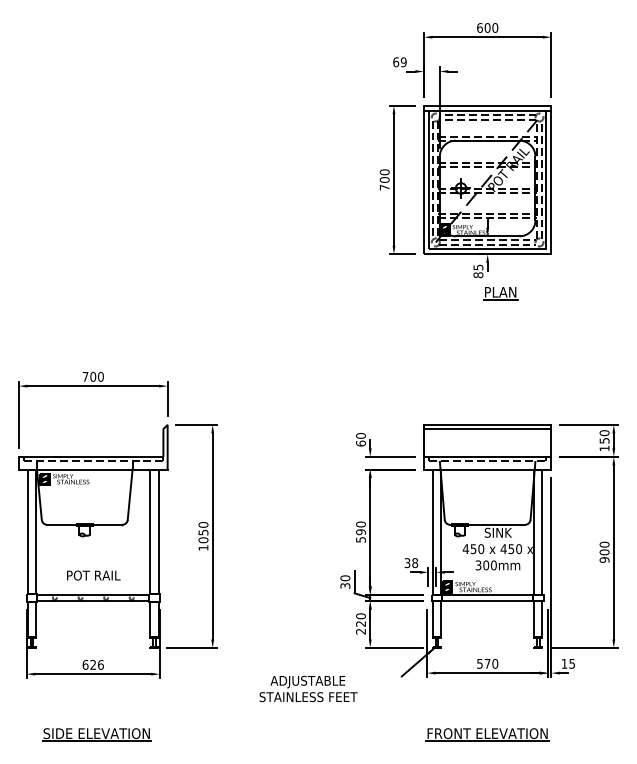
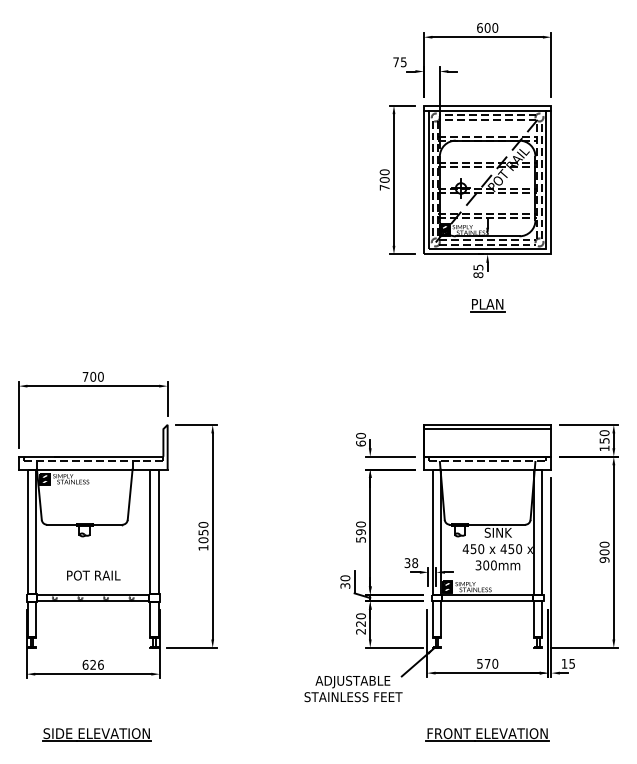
text at (399, 62): 69 -> 75
part at (500, 293) position: (500, 293) -> (487, 305)
text at (308, 688) position: (308, 688) -> (353, 688)
